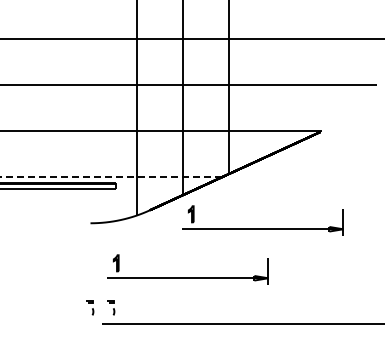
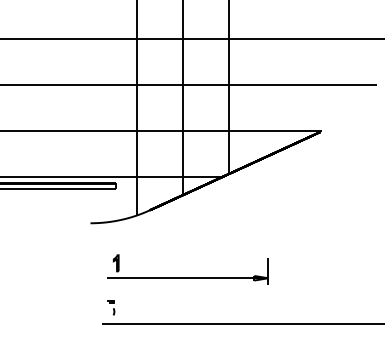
line at (111, 177): dashed -> solid
part at (262, 228): present -> none
part at (90, 307): present -> none
